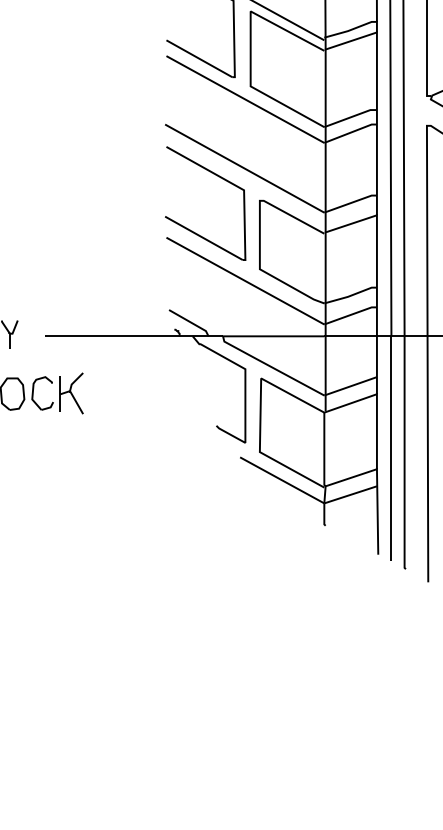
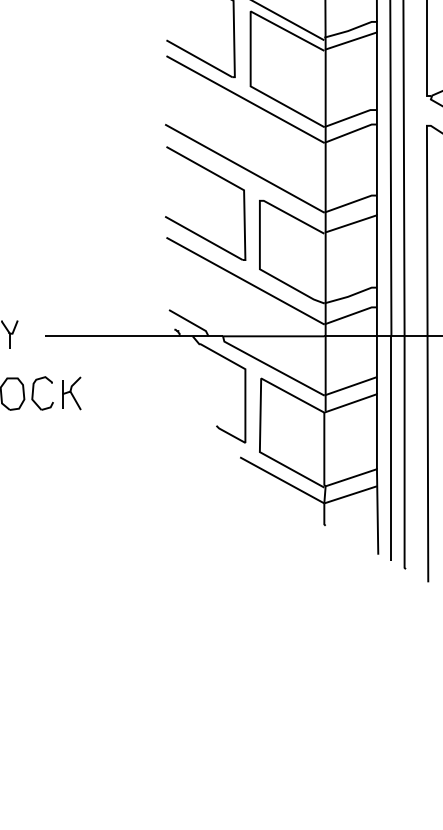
part at (71, 393) size: 25x43 px -> 20x35 px
